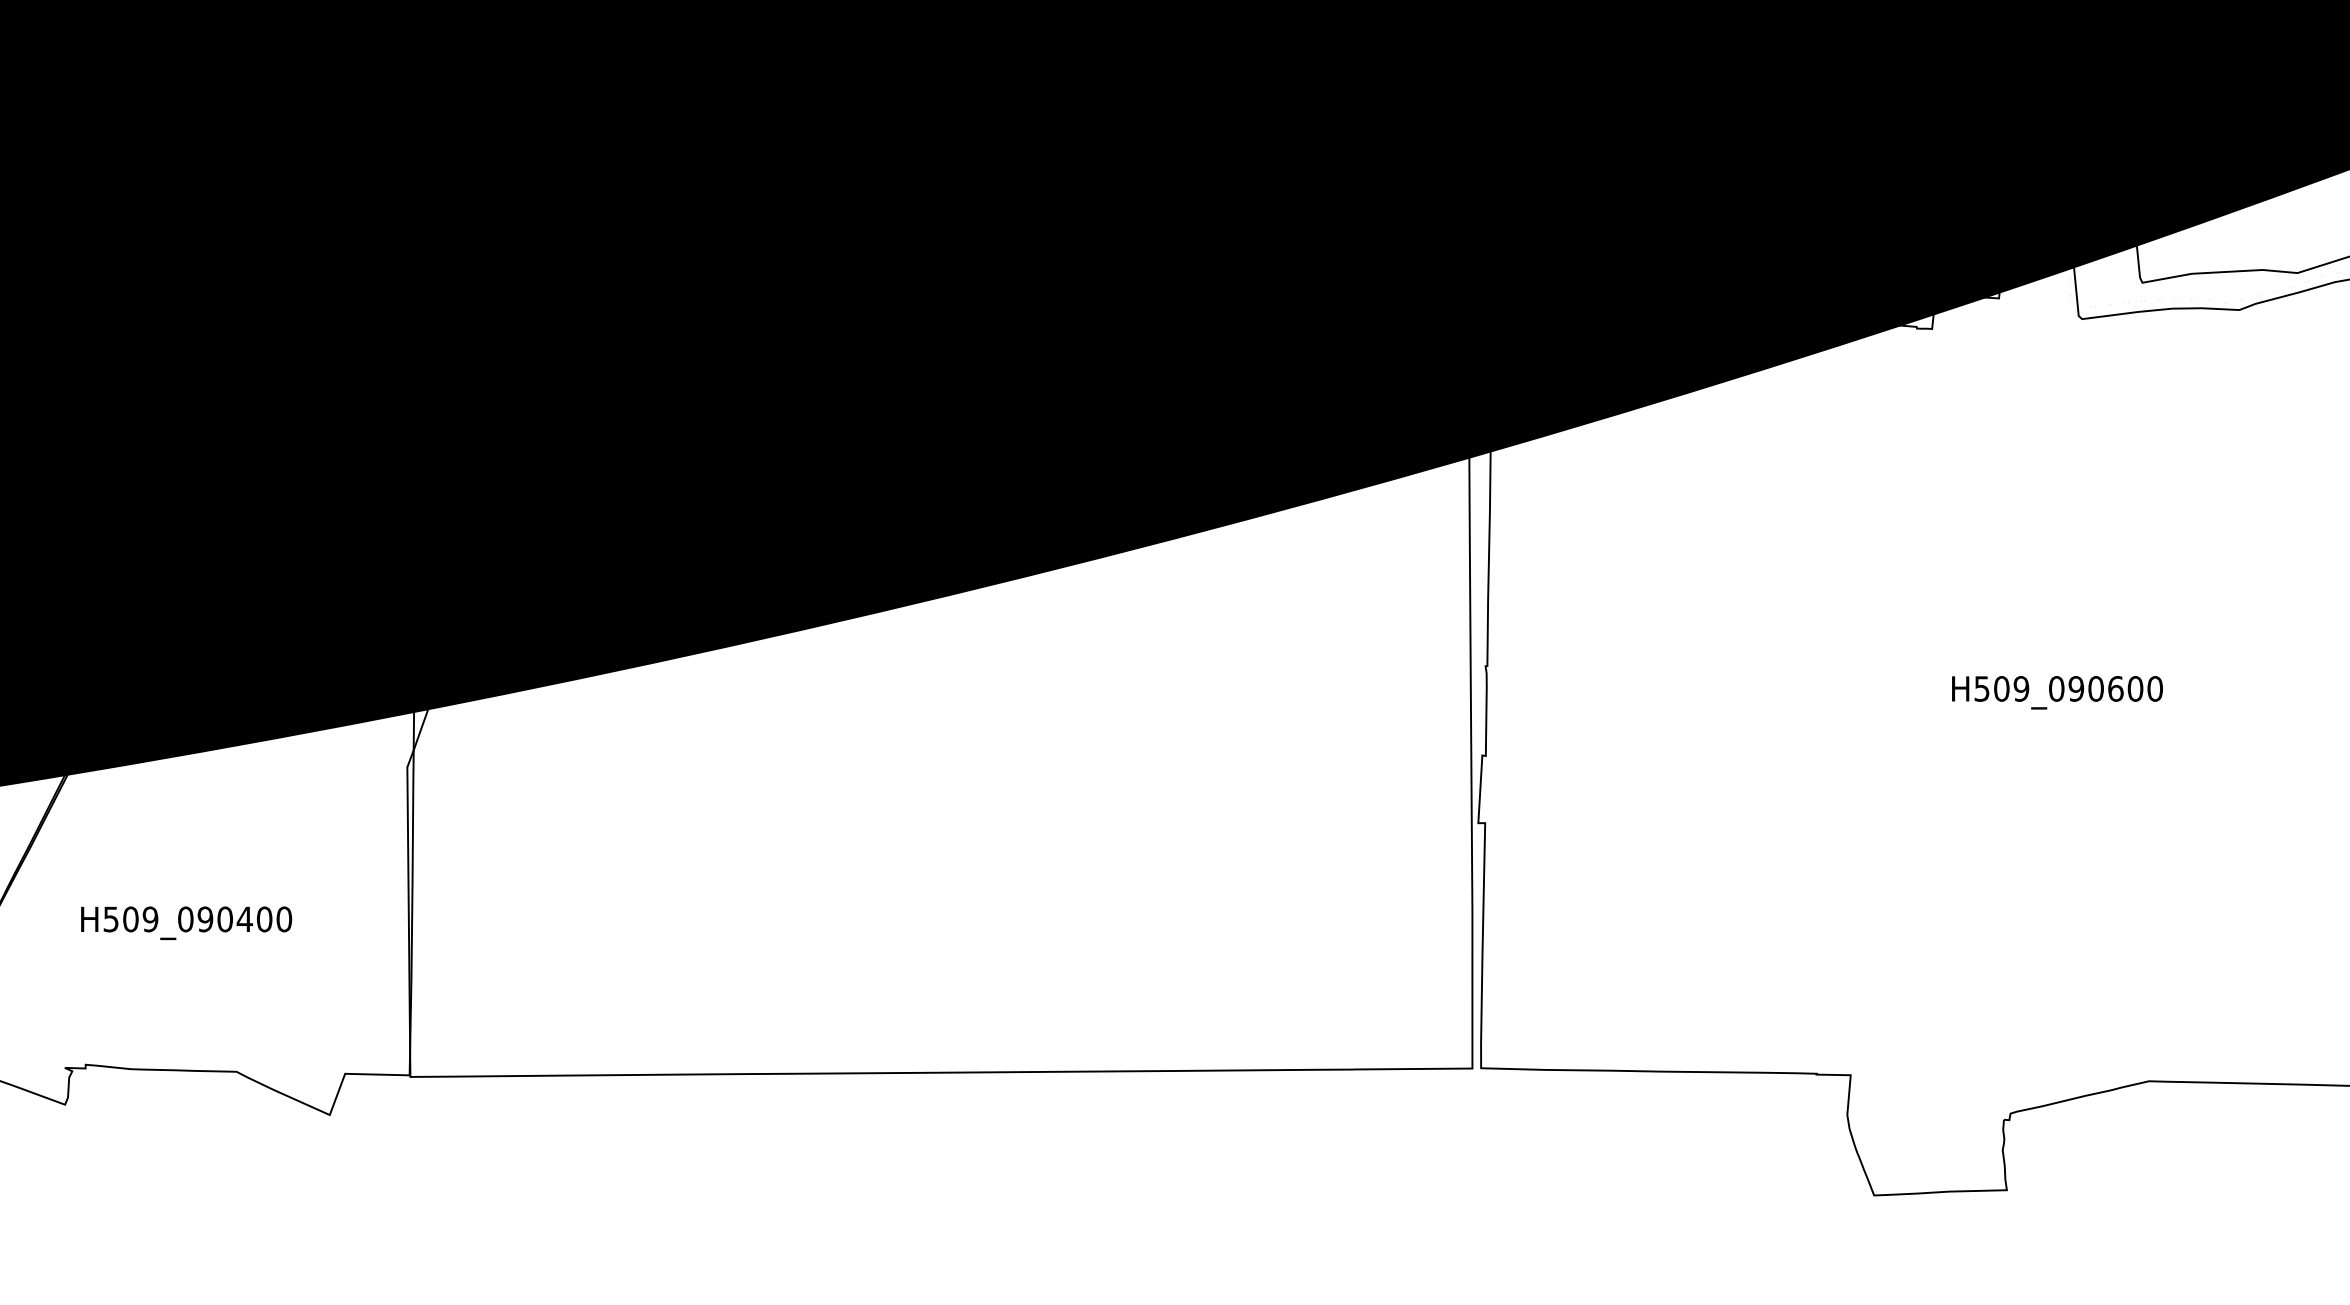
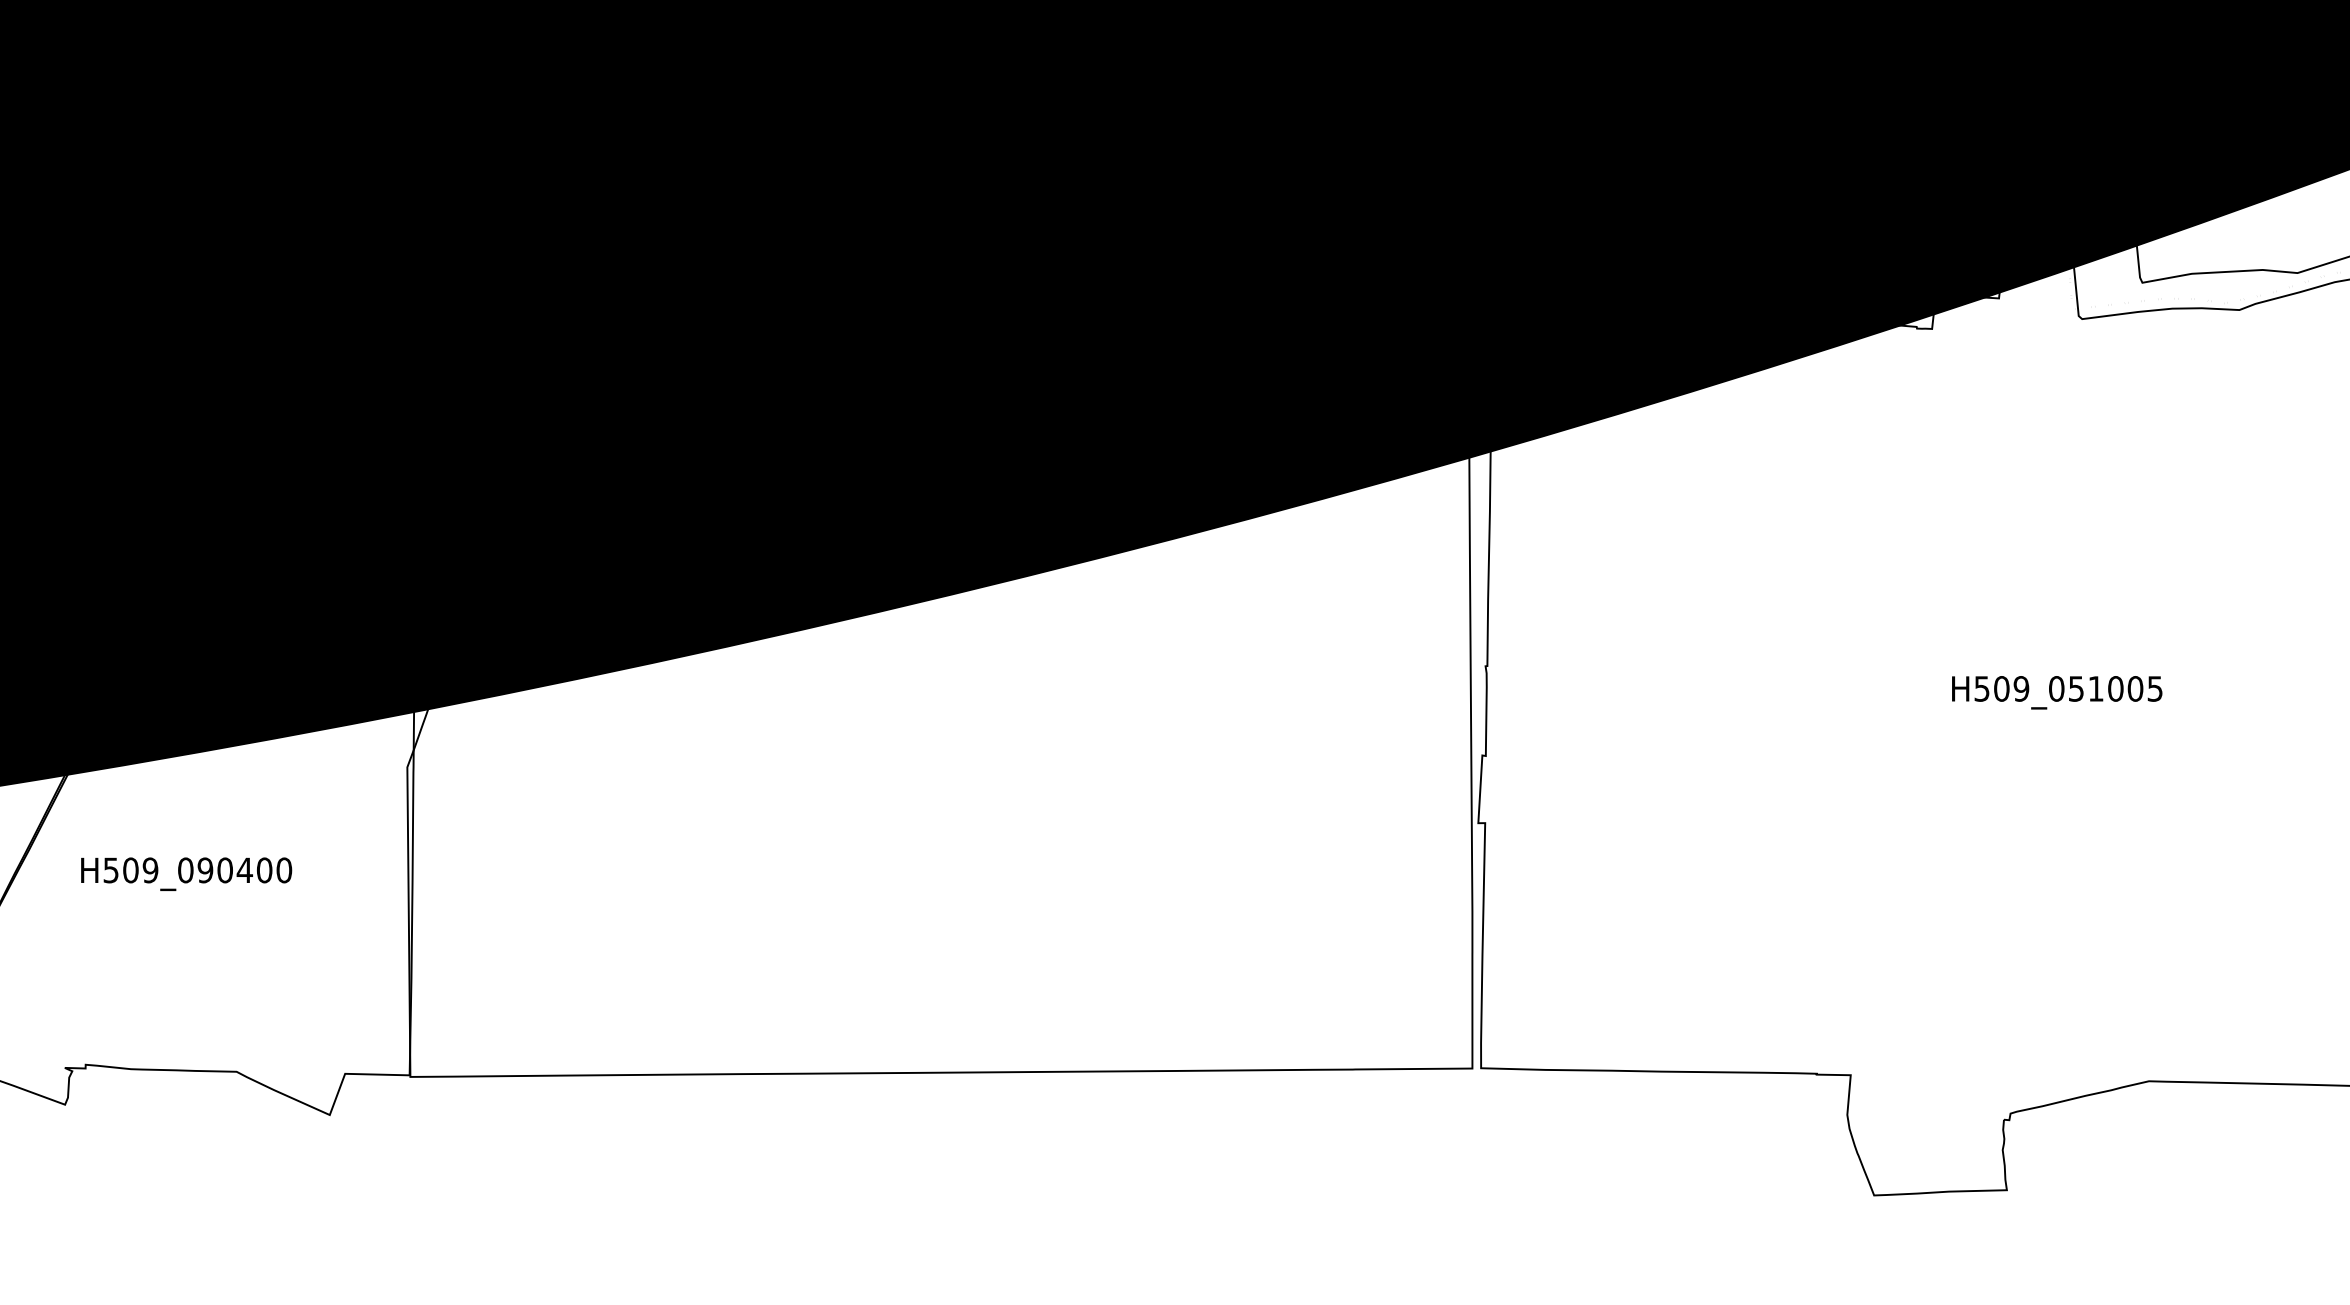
text at (2115, 688): H509_090600 -> H509_051005
text at (186, 922) position: (186, 922) -> (186, 873)
